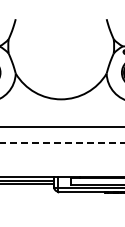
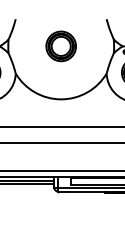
part at (60, 46): none -> present
line at (62, 142): dashed -> solid
line at (61, 171): none -> present
